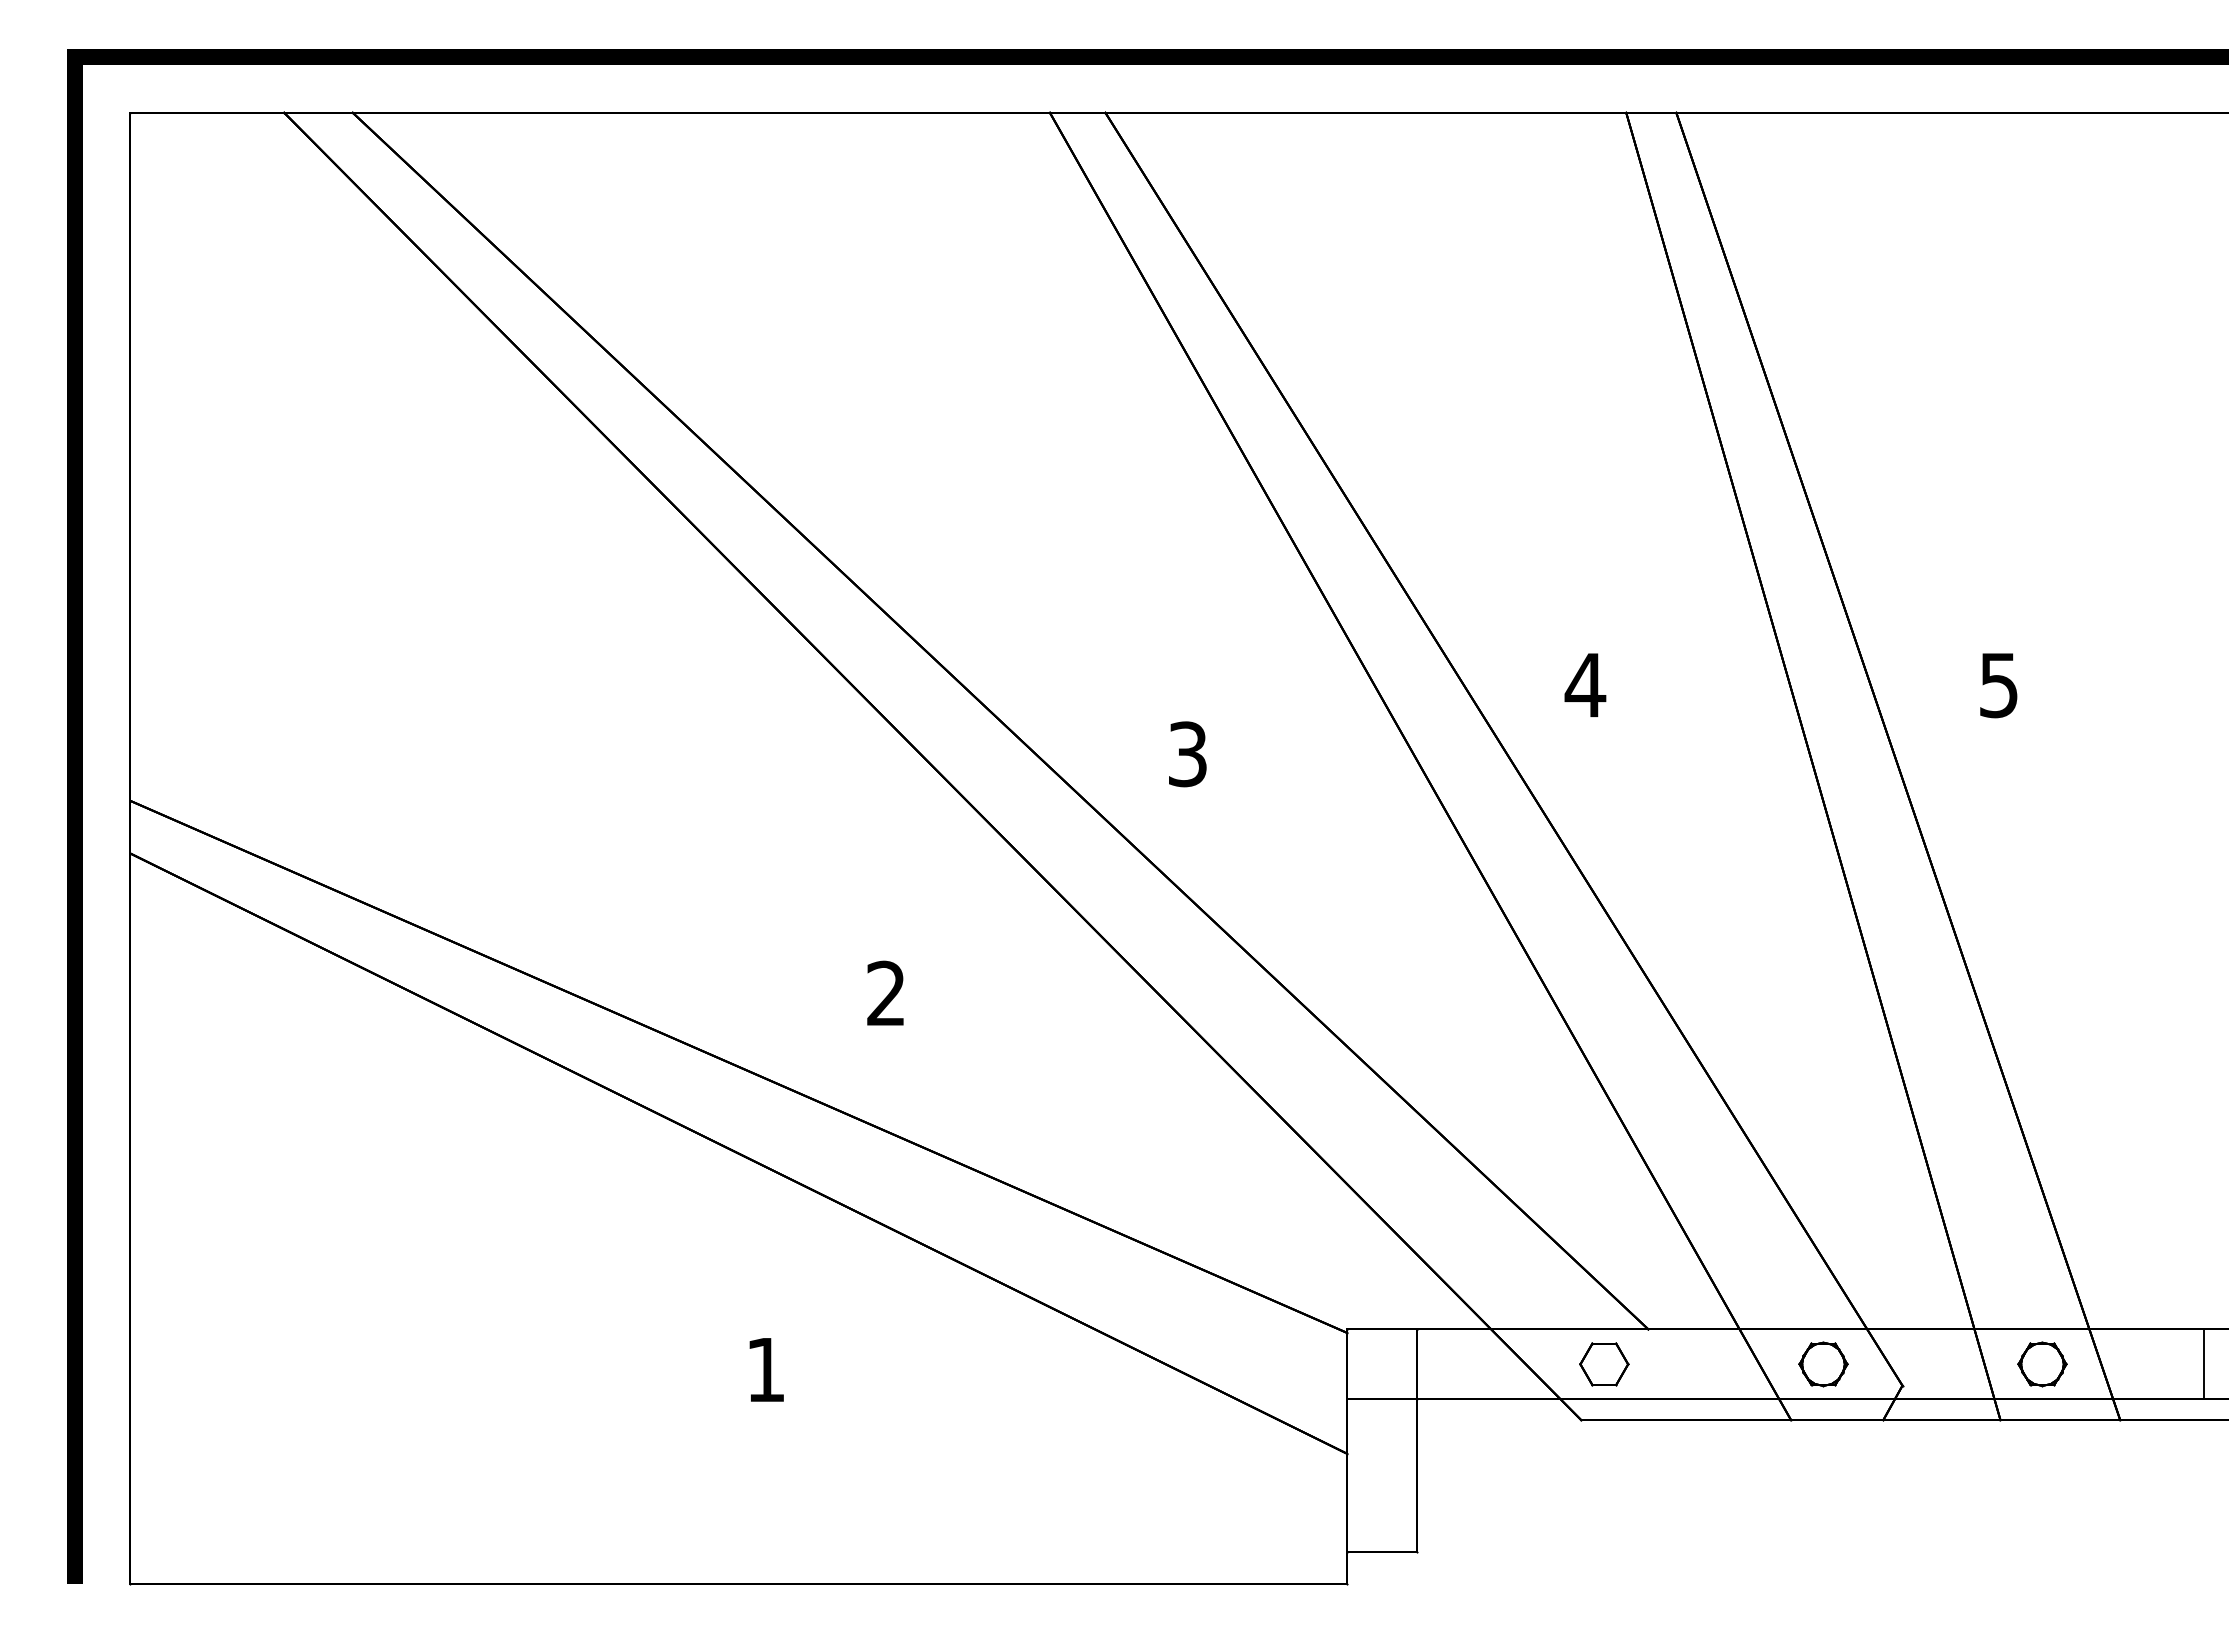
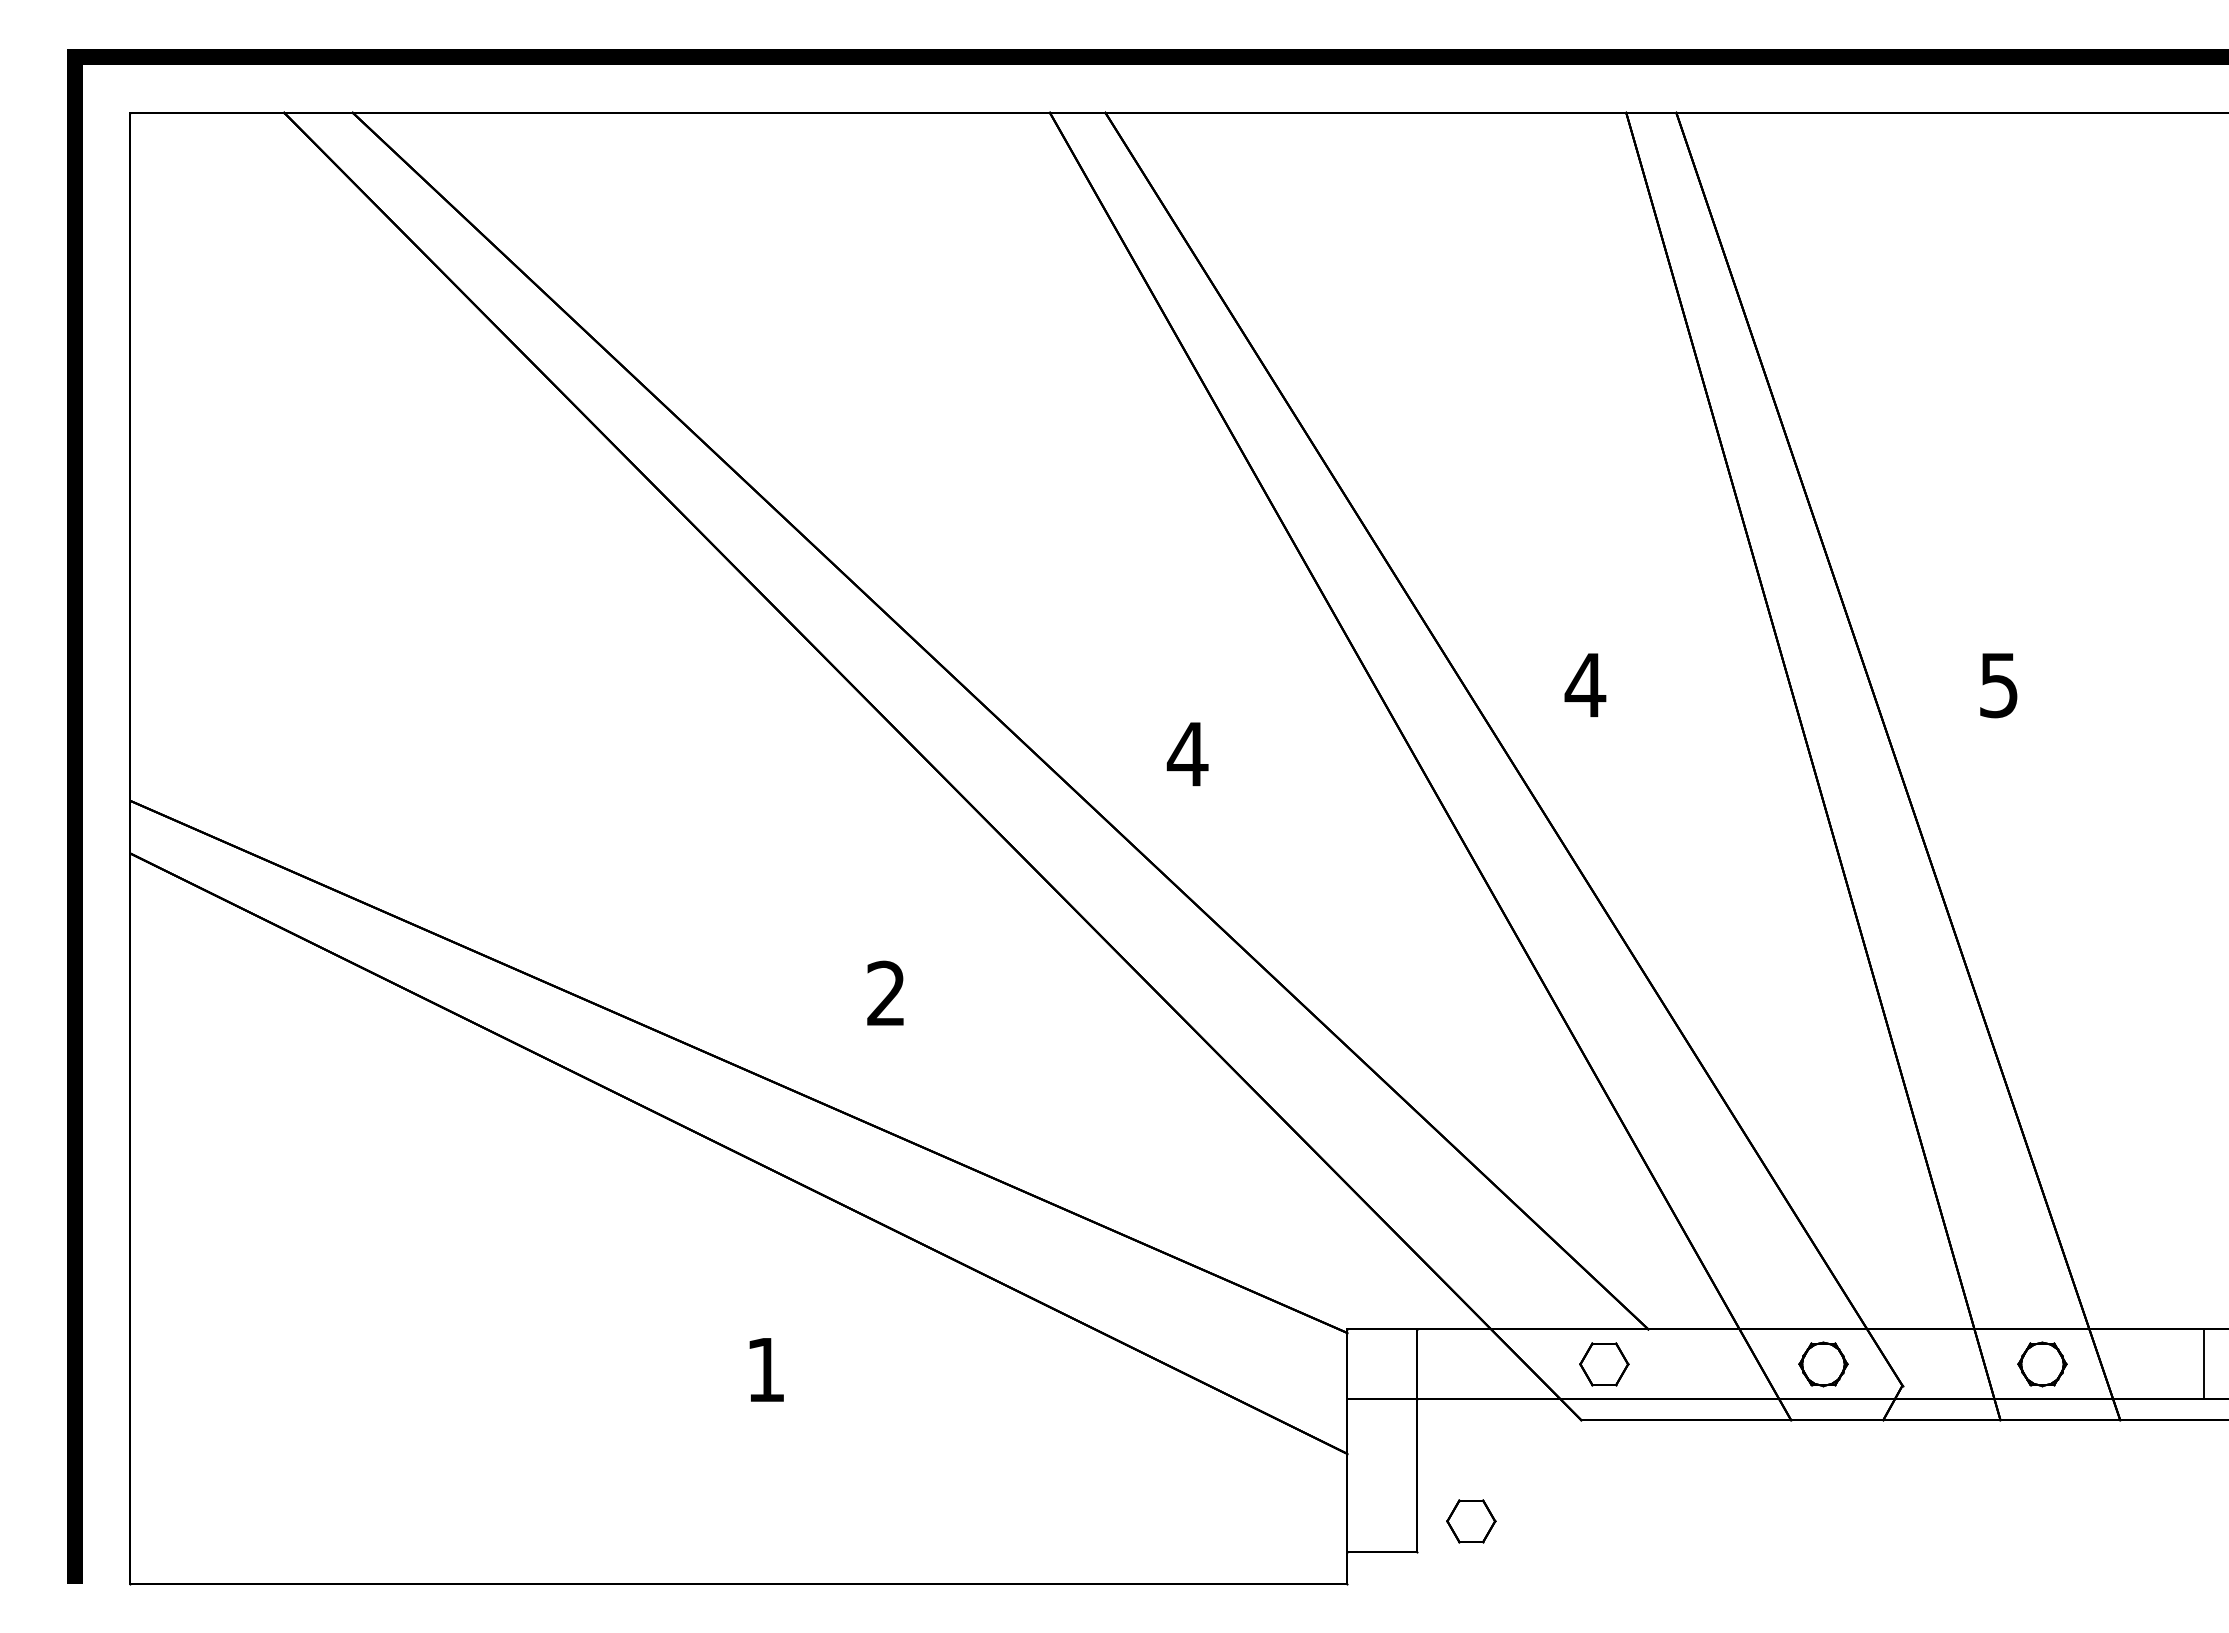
text at (1187, 754): 3 -> 4
part at (1471, 1521): none -> present
